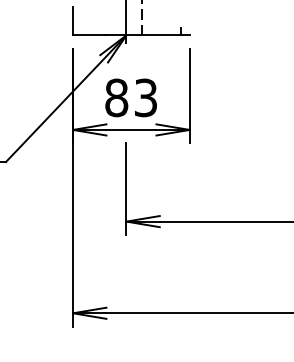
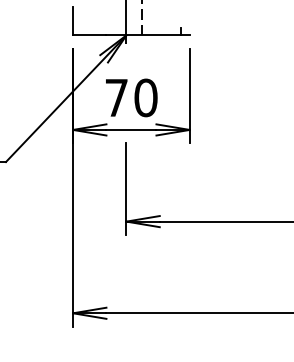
text at (131, 97): 83 -> 70
